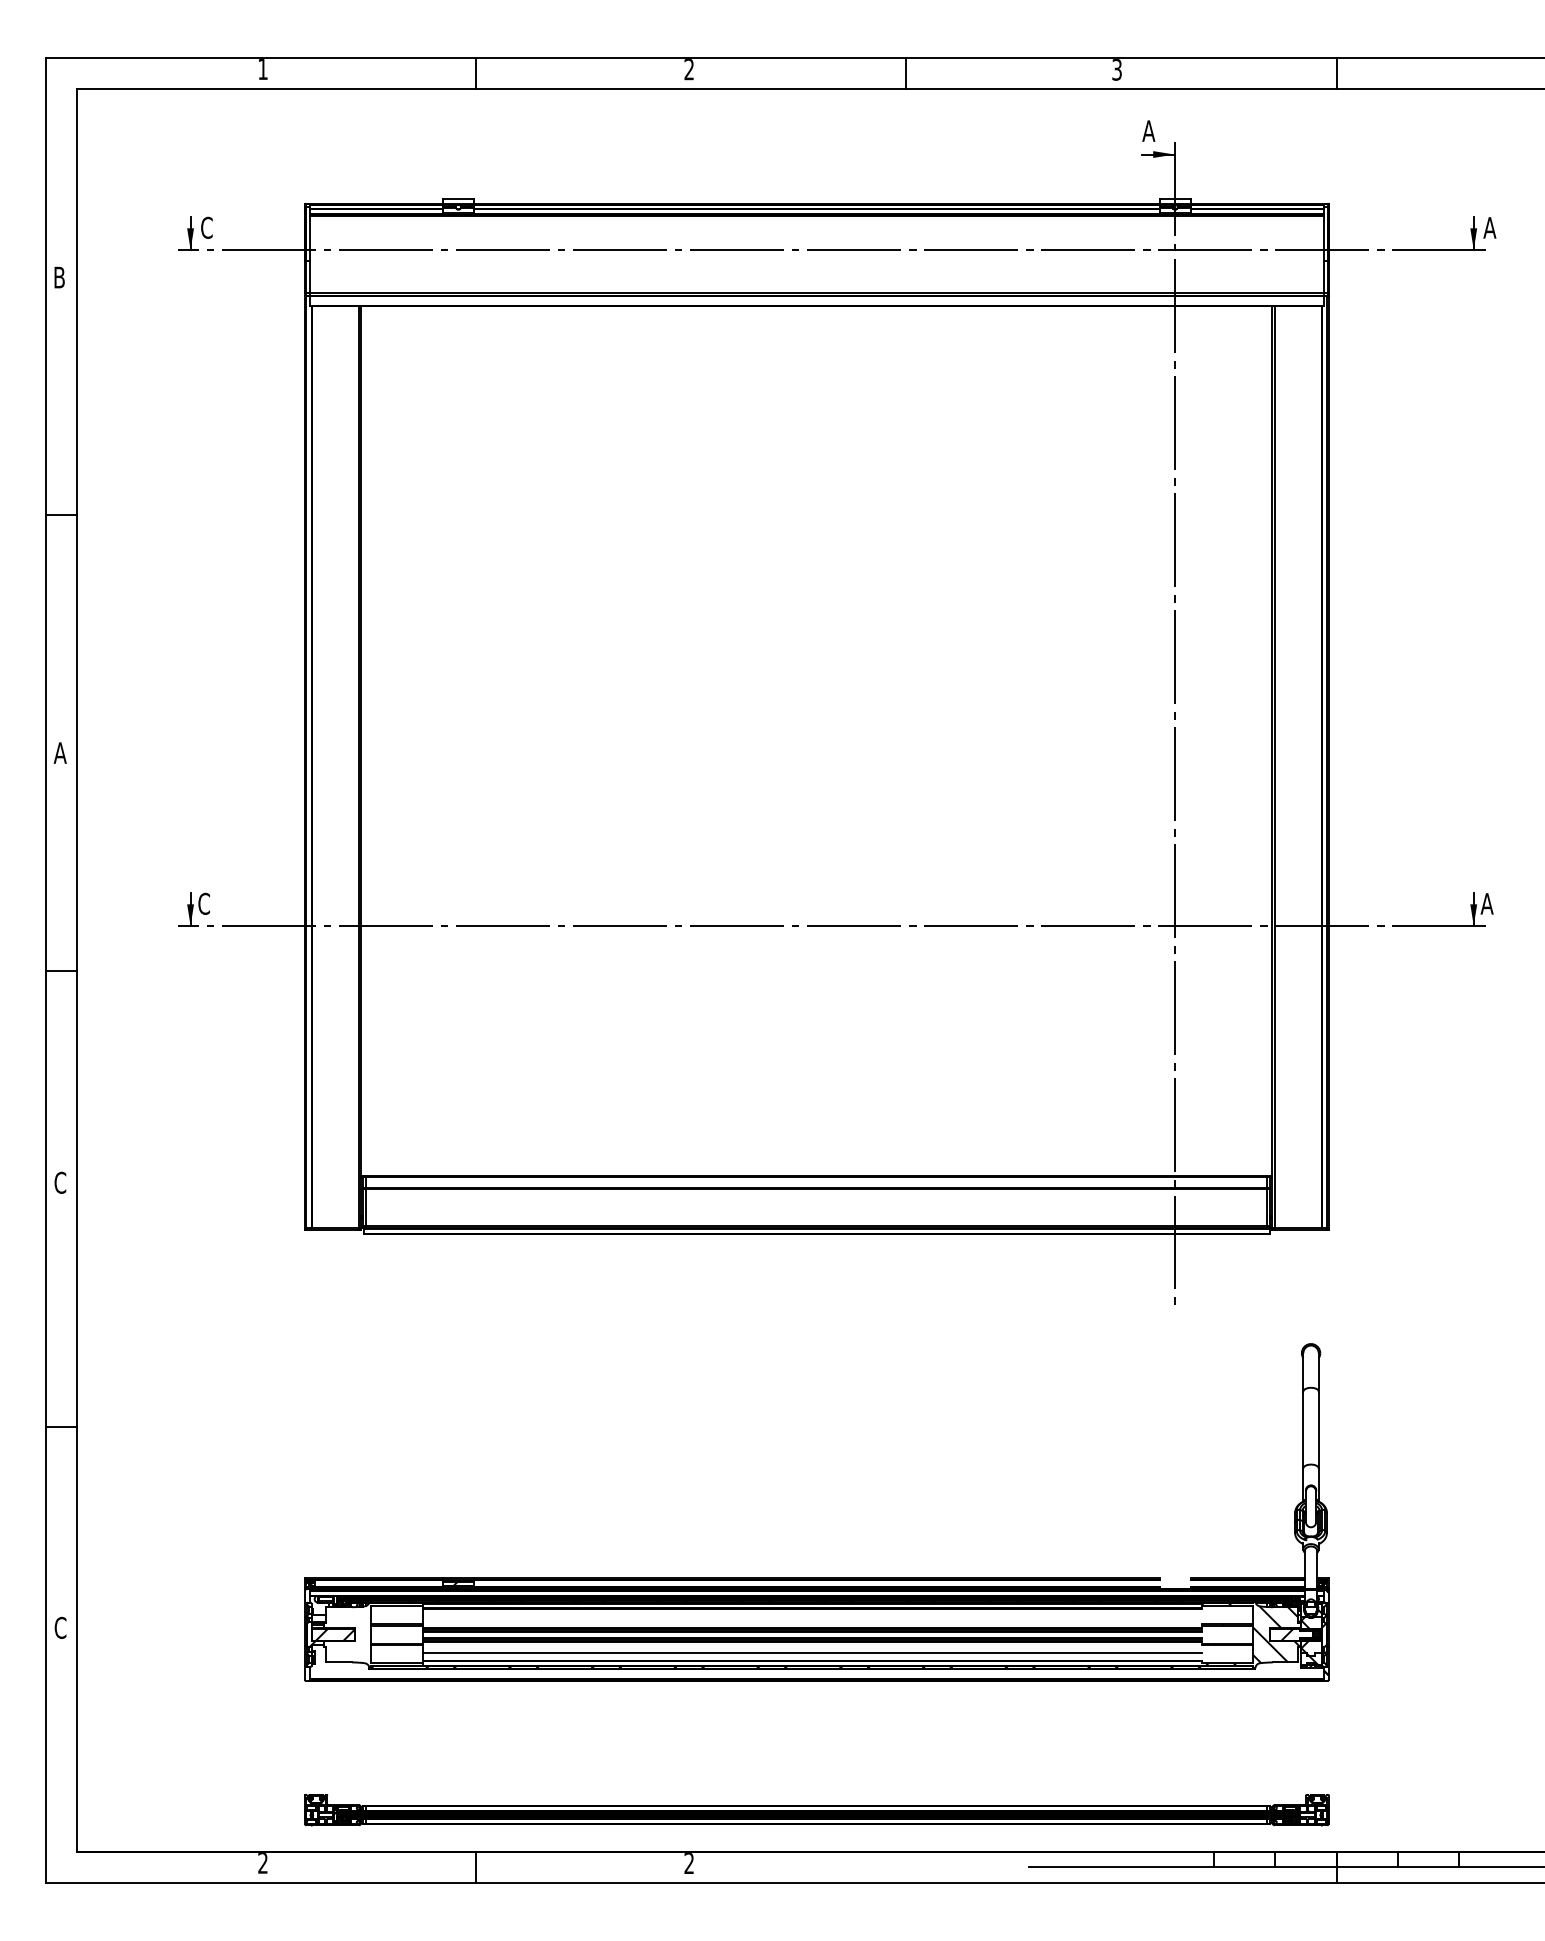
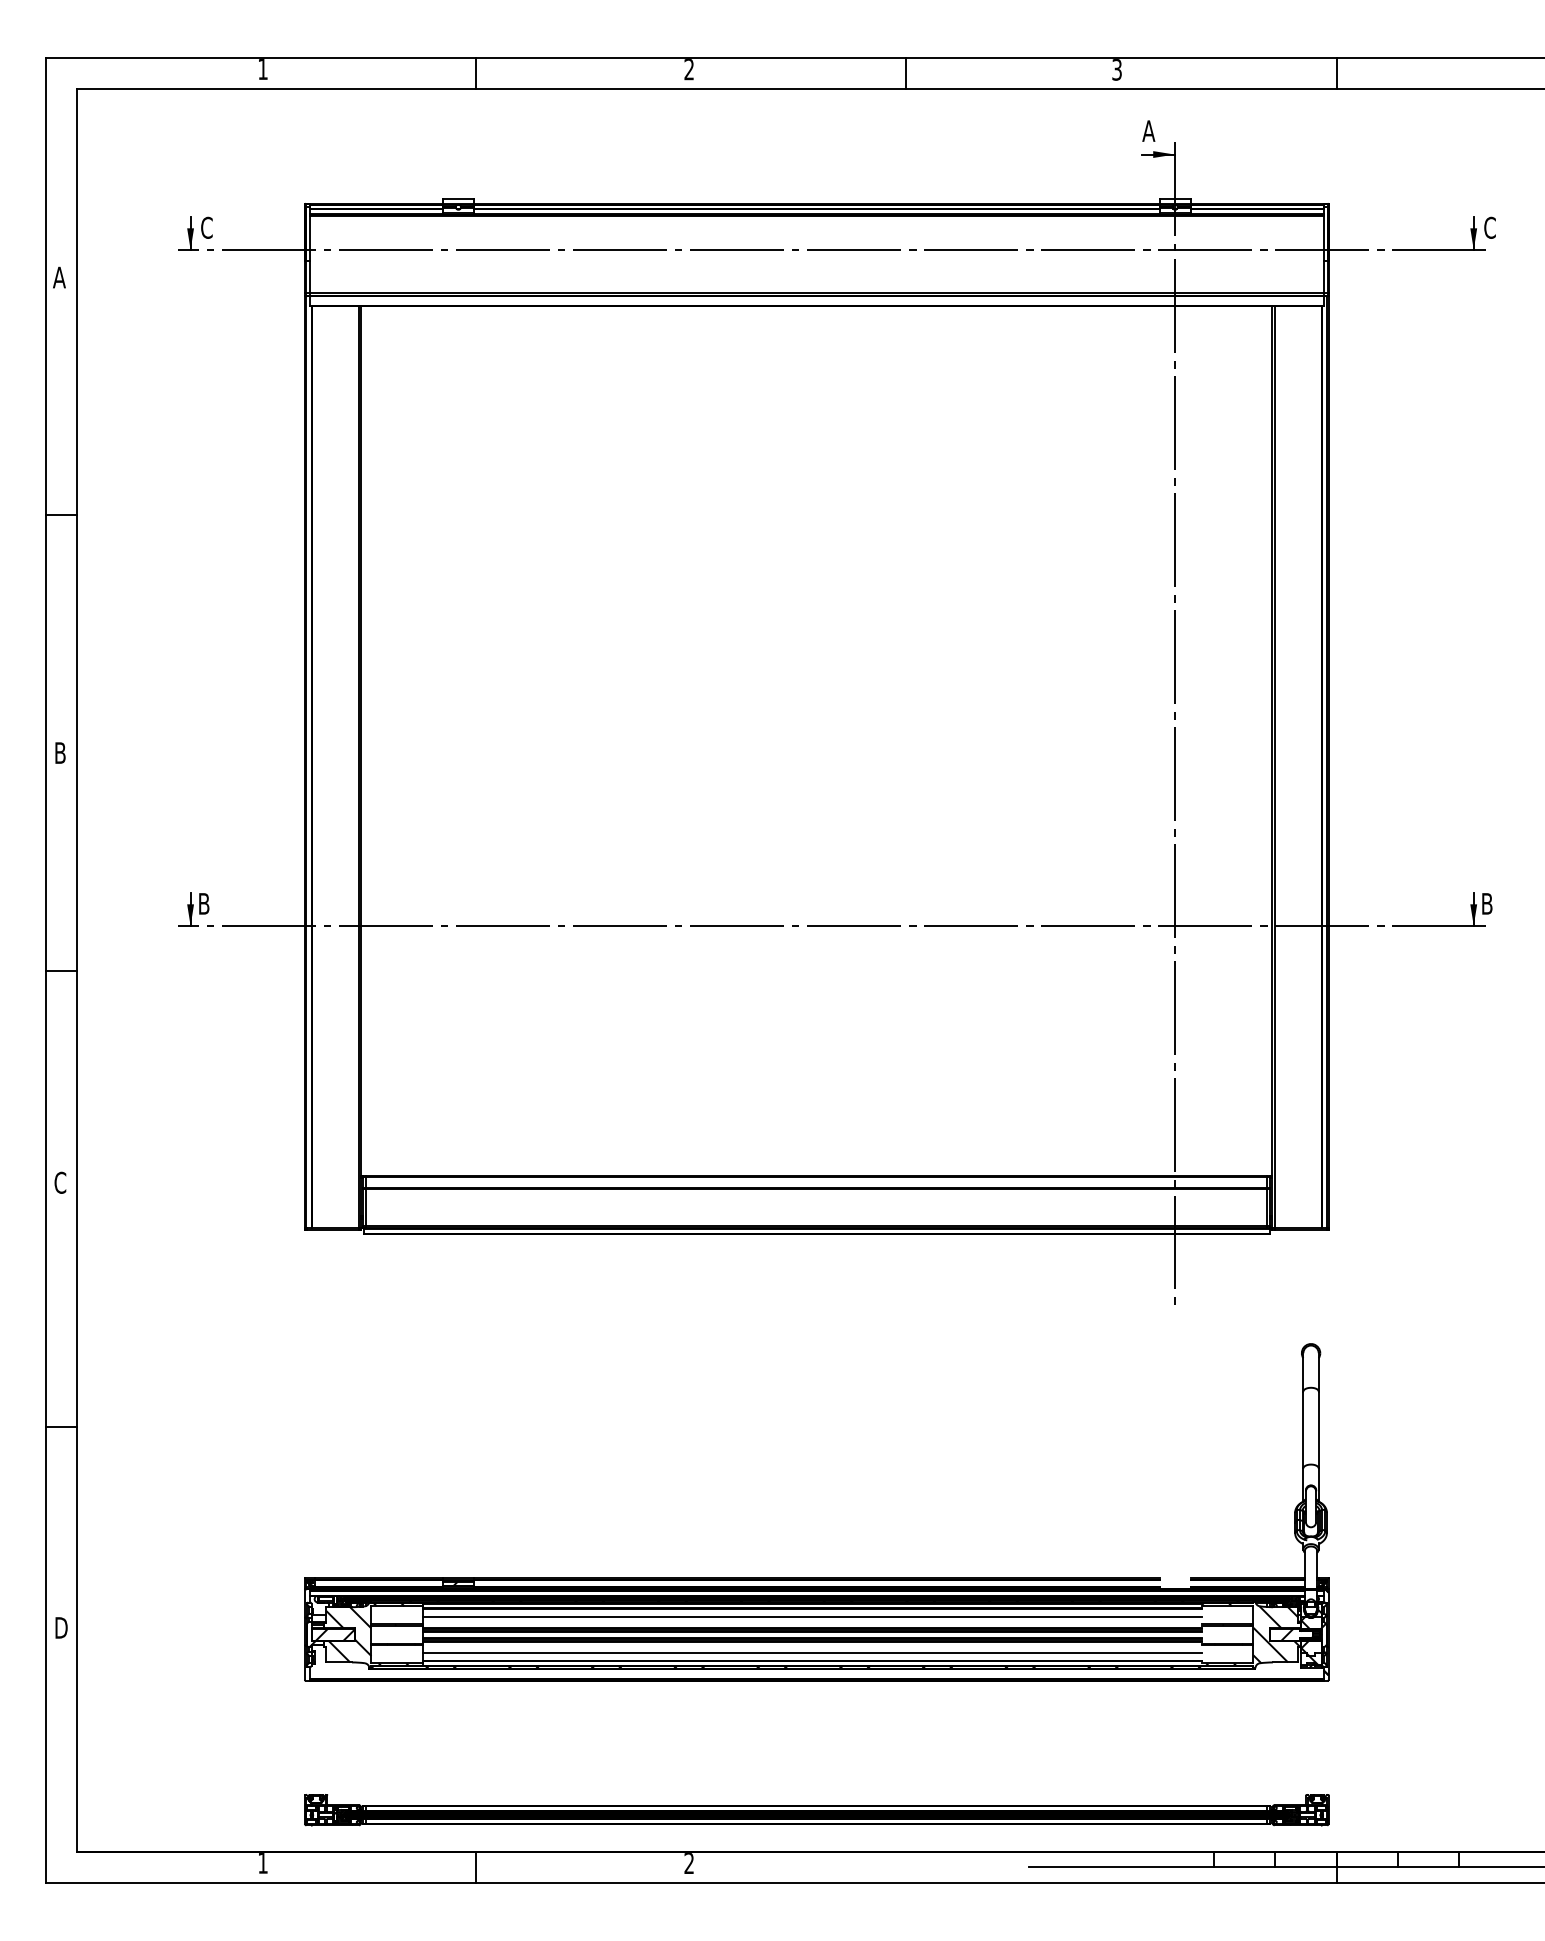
text at (1489, 227): A -> C
text at (59, 277): B -> A
text at (59, 752): A -> B
text at (203, 903): C -> B
text at (1486, 903): A -> B
line at (812, 1616): none -> present
text at (60, 1627): C -> D
hatch at (374, 1633): none -> present
text at (262, 1863): 2 -> 1
